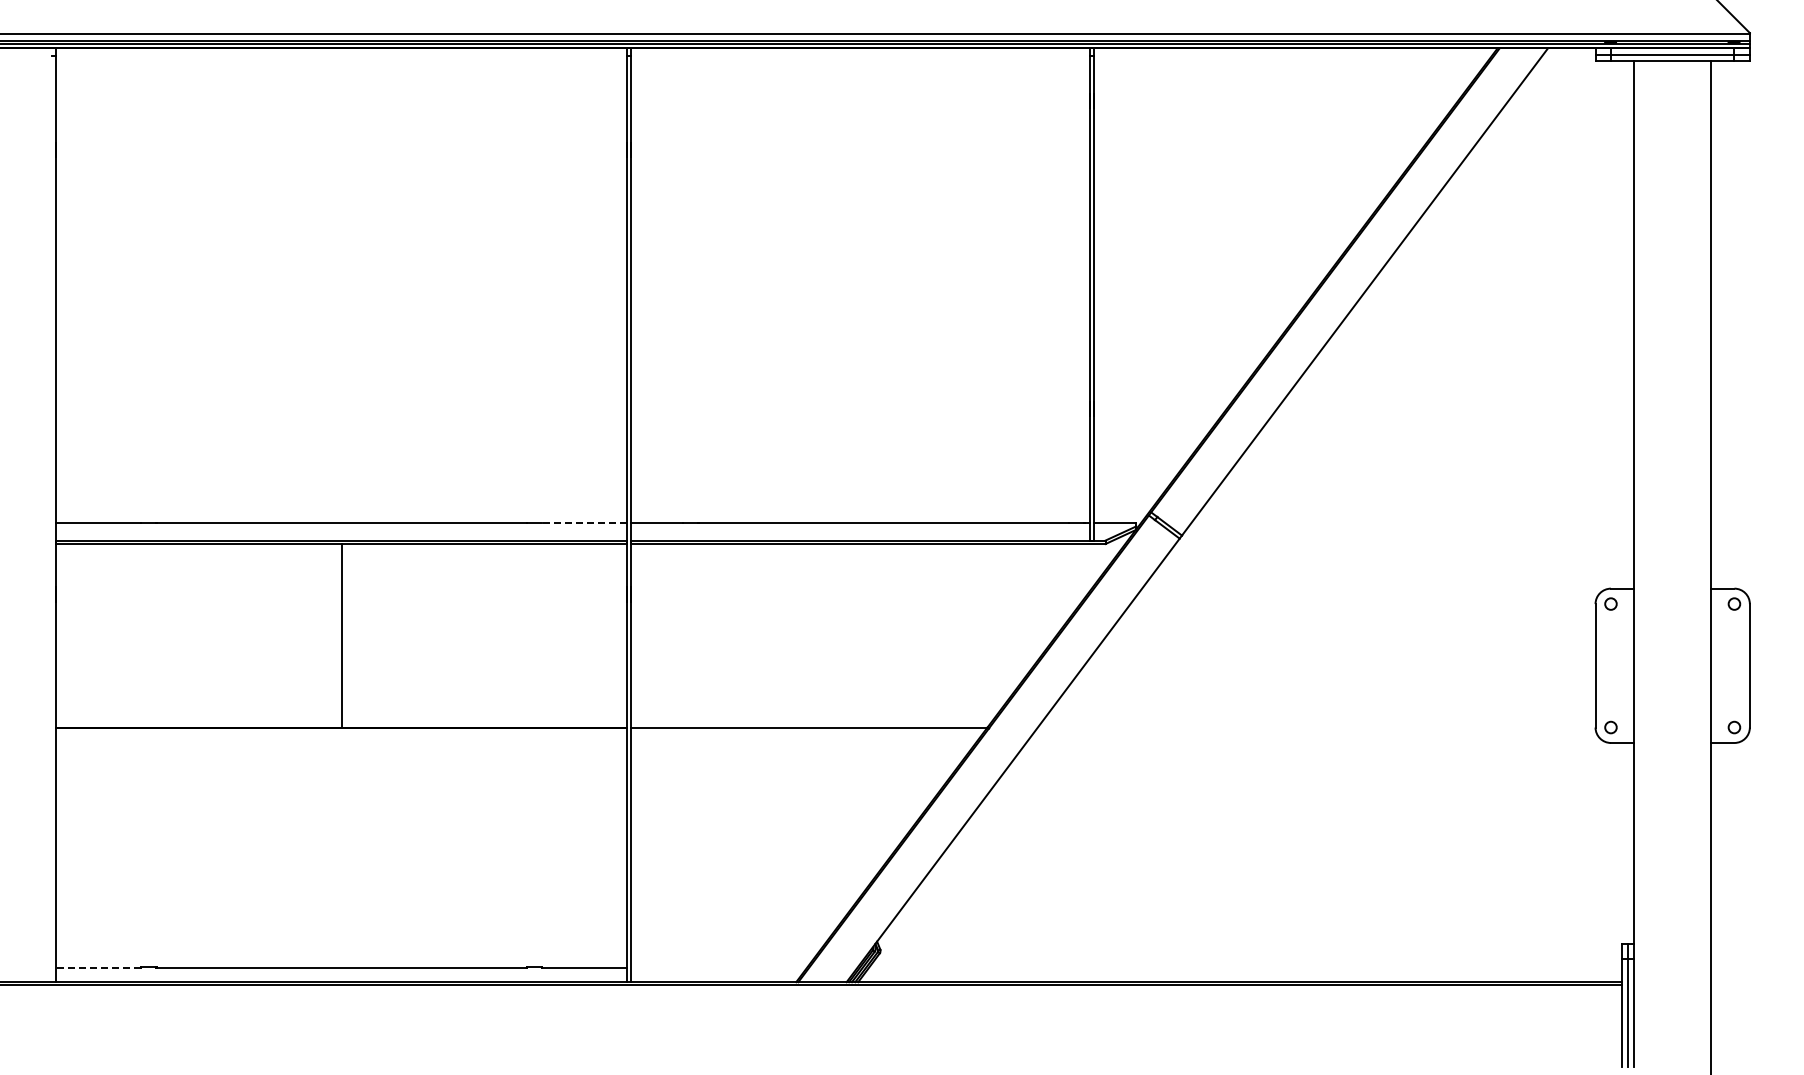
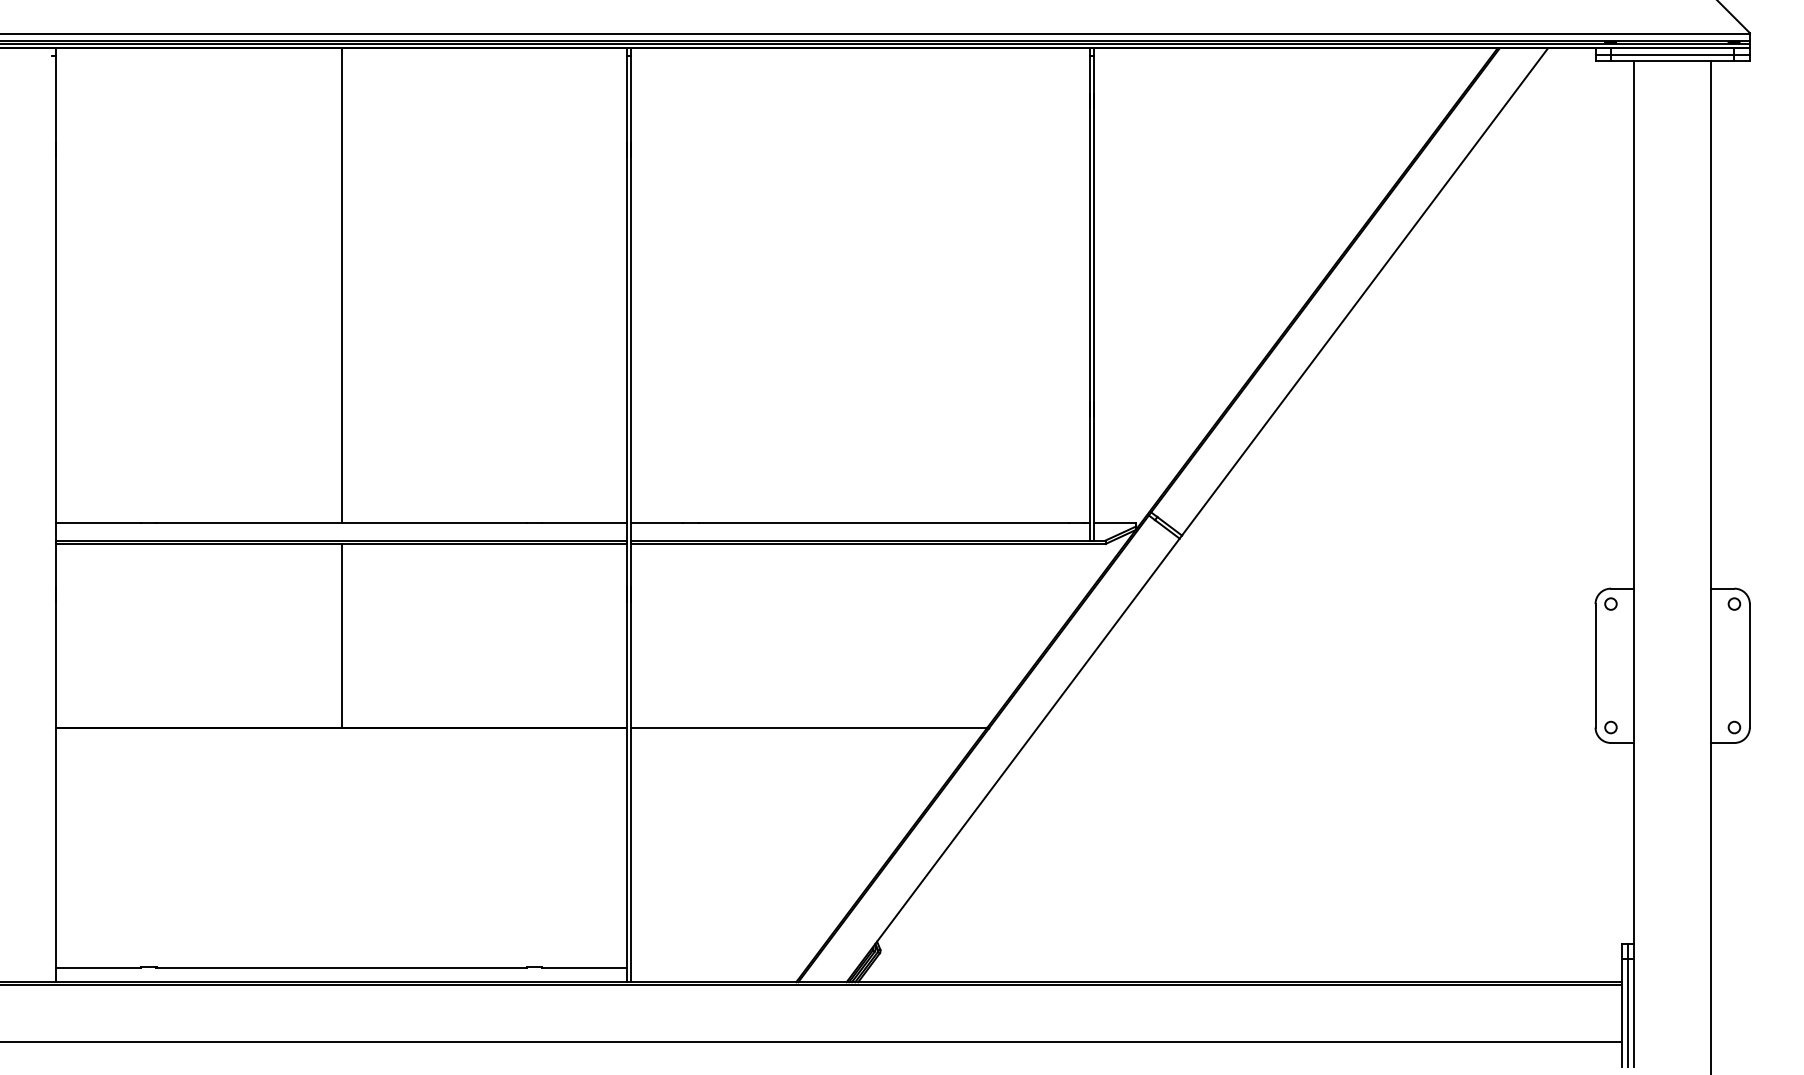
line at (341, 285): none -> present
line at (584, 522): dashed -> solid
line at (97, 967): dashed -> solid
line at (811, 1041): none -> present
